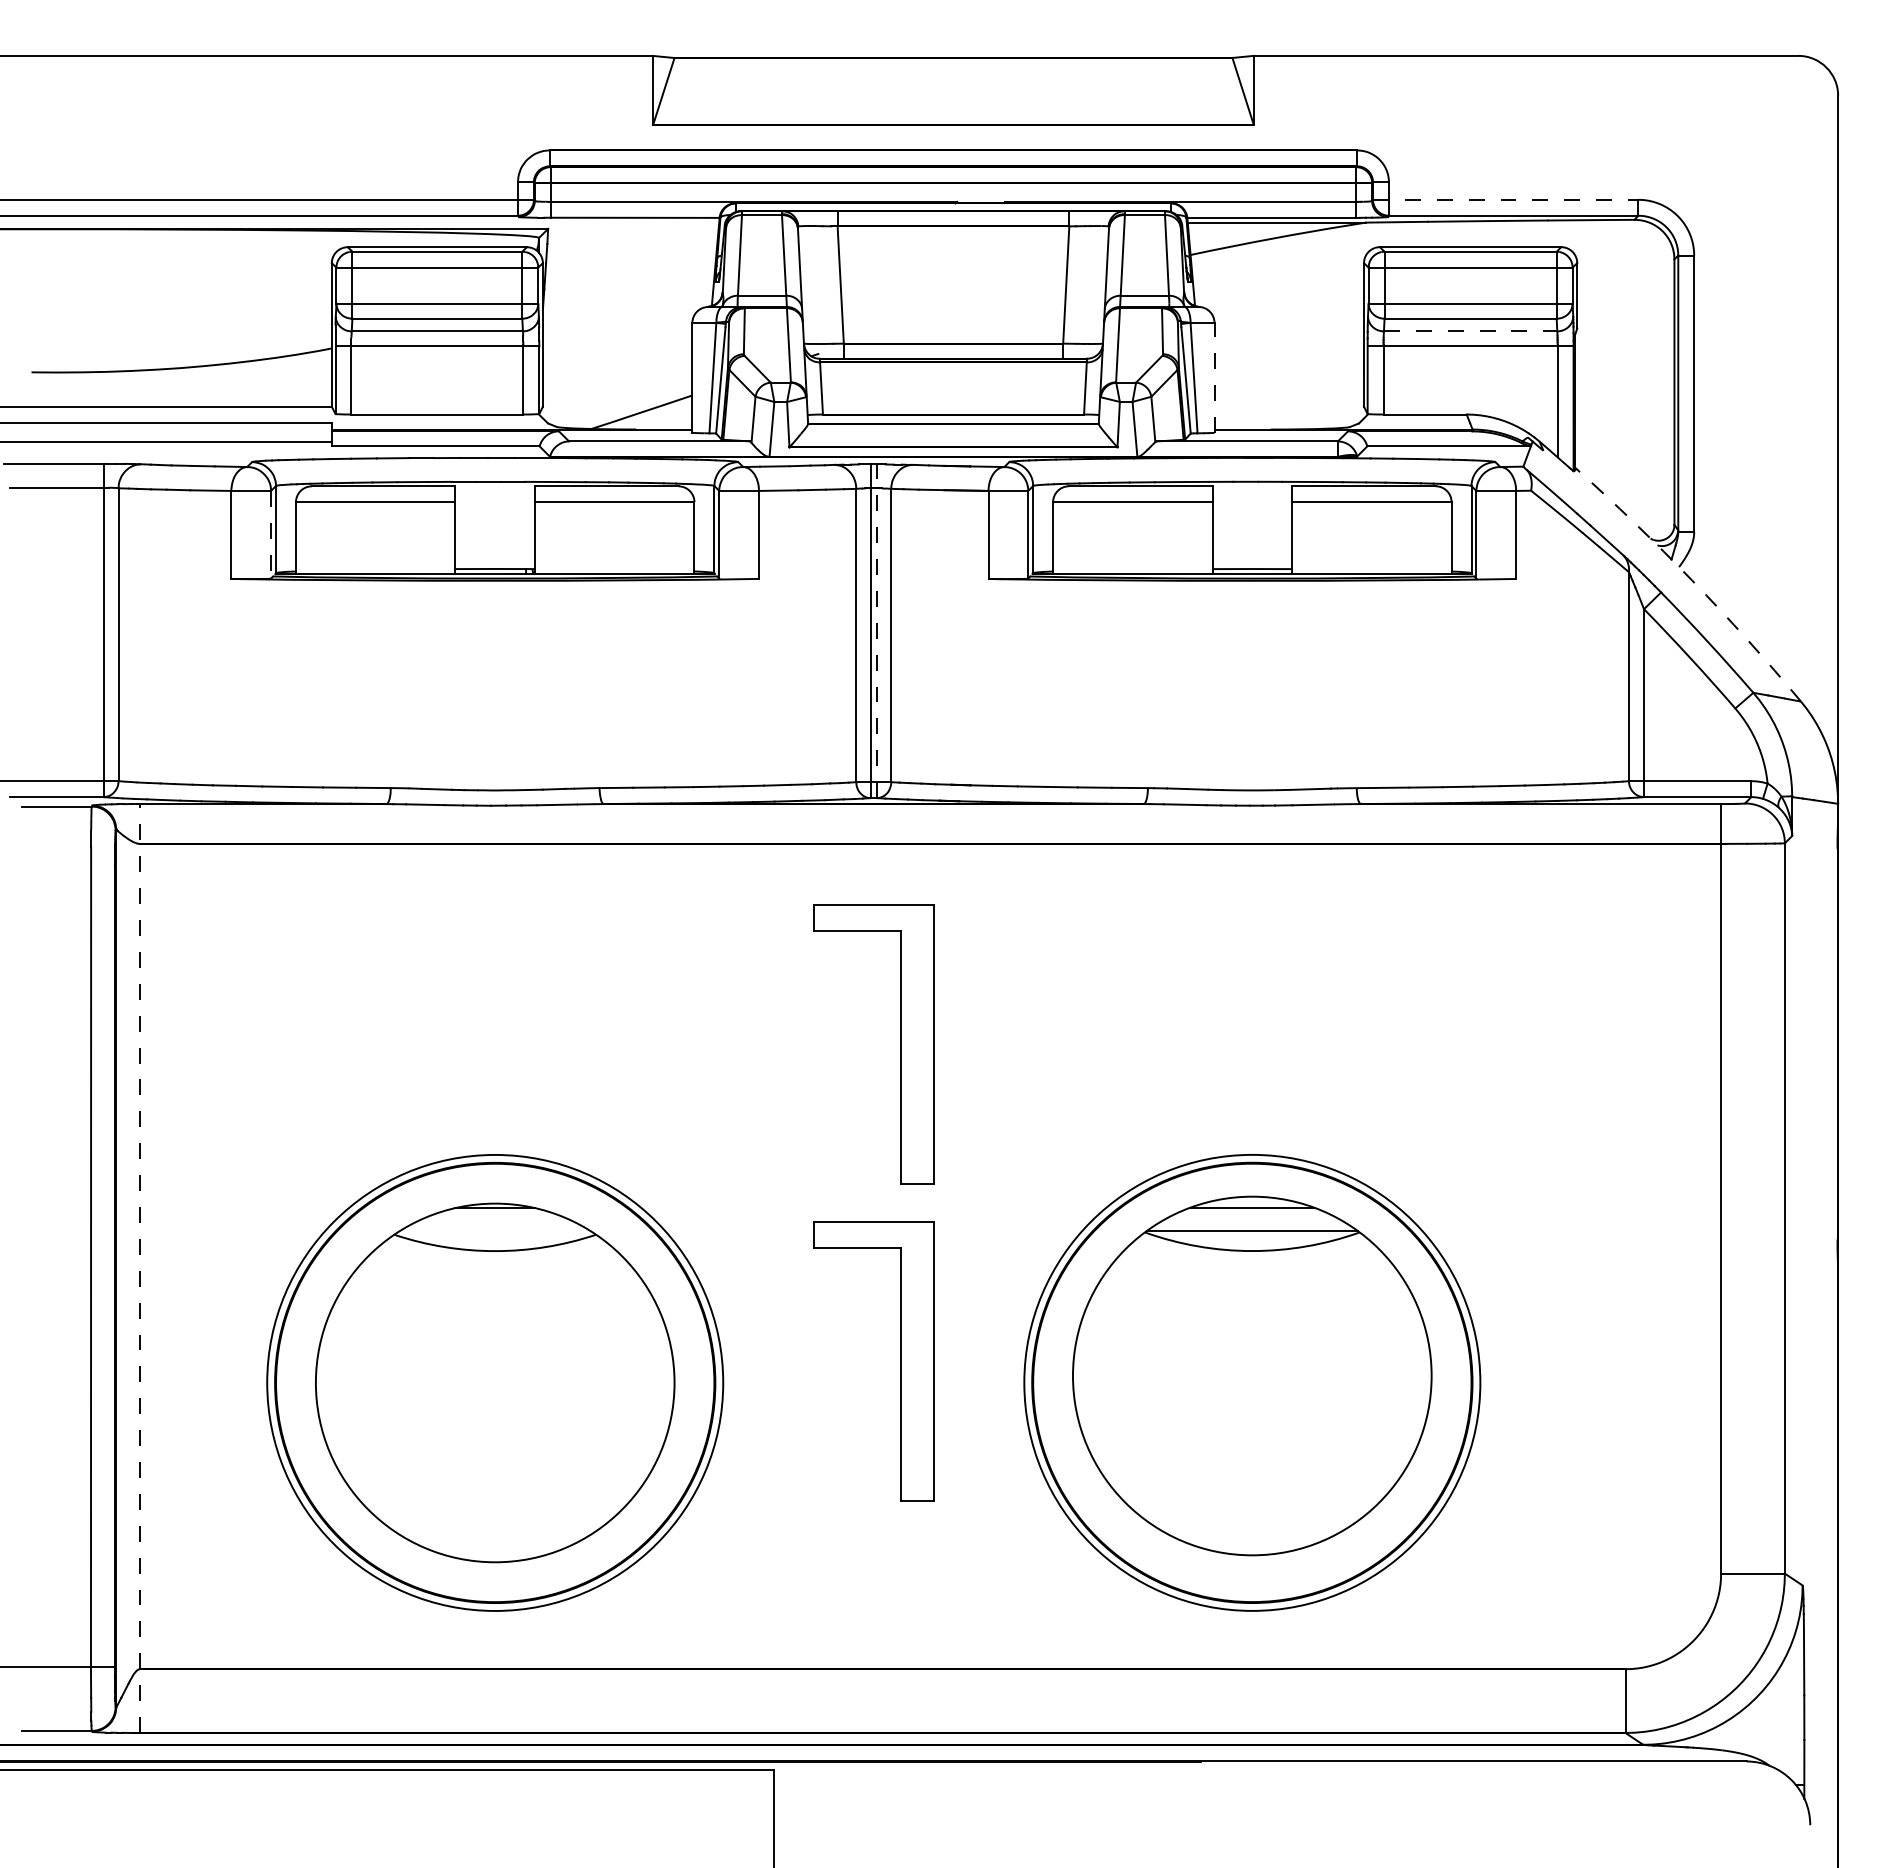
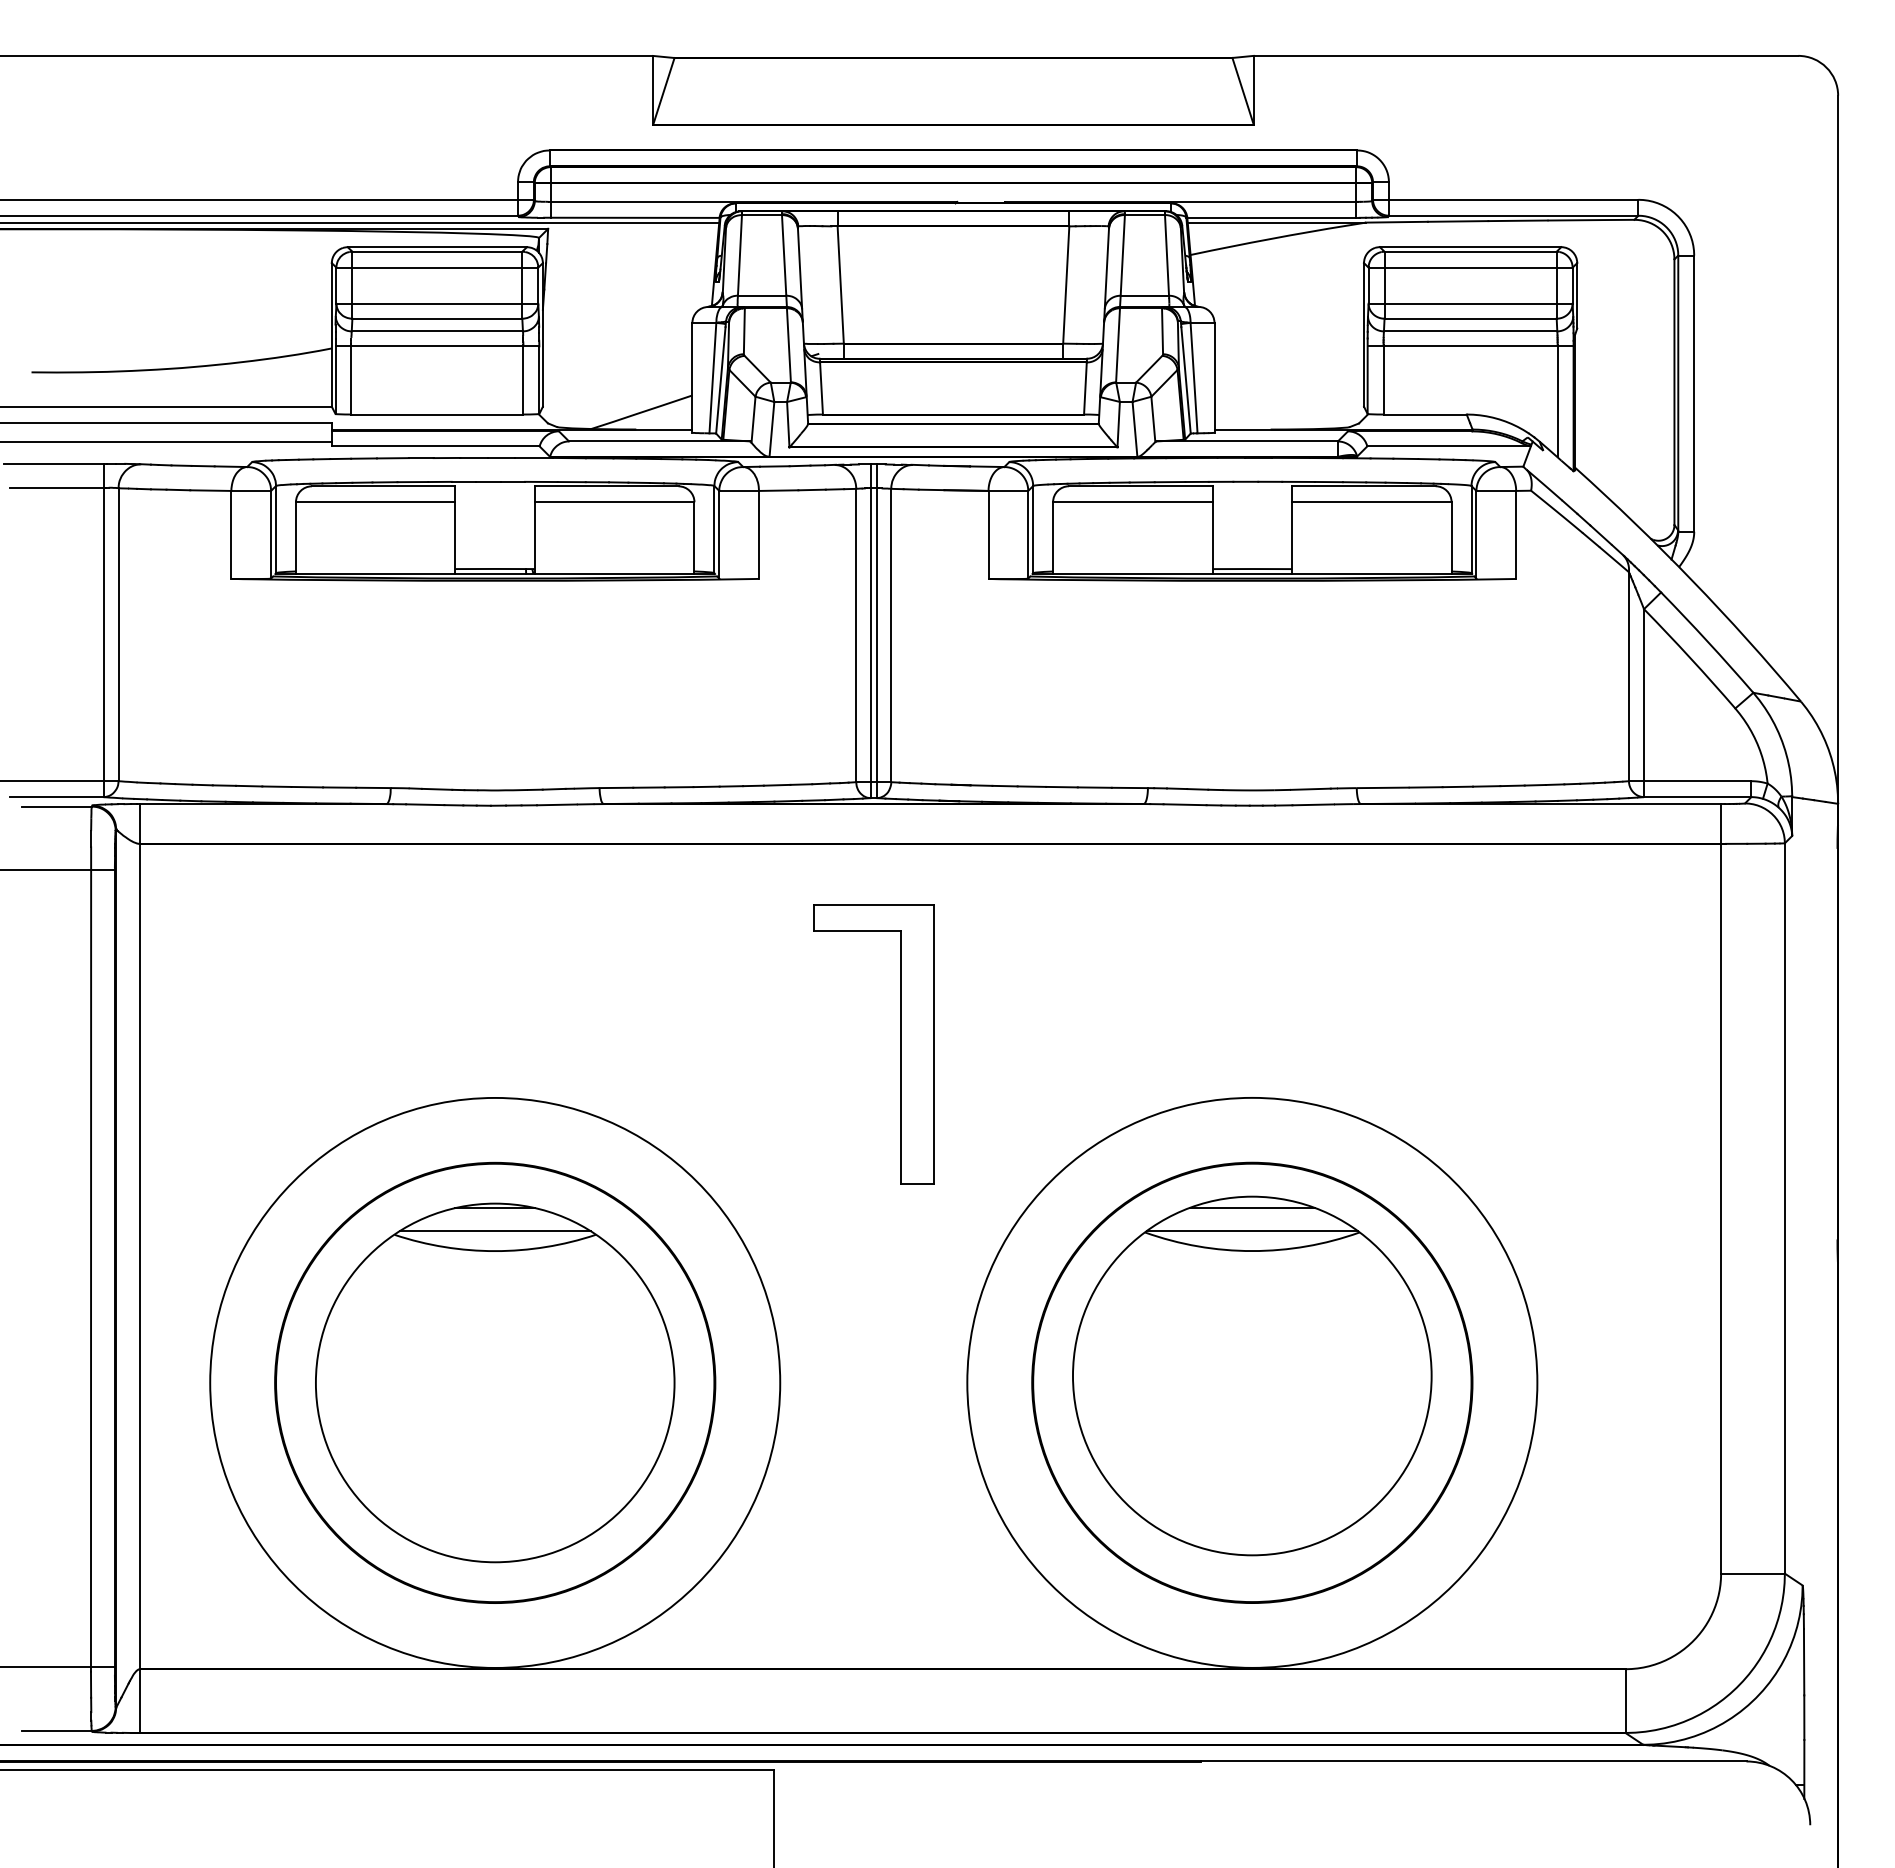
line at (1505, 199): dashed -> solid
line at (360, 222): none -> present
line at (1470, 331): dashed -> solid
line at (1214, 377): dashed -> solid
line at (271, 534): dashed -> solid
arc at (1692, 580): dashed -> solid
line at (876, 631): dashed -> solid
line at (58, 870): none -> present
line at (494, 1231): none -> present
line at (140, 1268): dashed -> solid
part at (900, 1361): present -> none
circle at (495, 1382) diameter: 456 px -> 570 px
circle at (1252, 1382) diameter: 456 px -> 570 px
